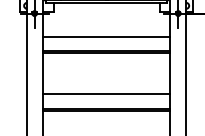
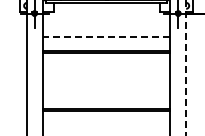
line at (105, 36): solid -> dashed
line at (186, 67): solid -> dashed
line at (106, 94): present -> none
